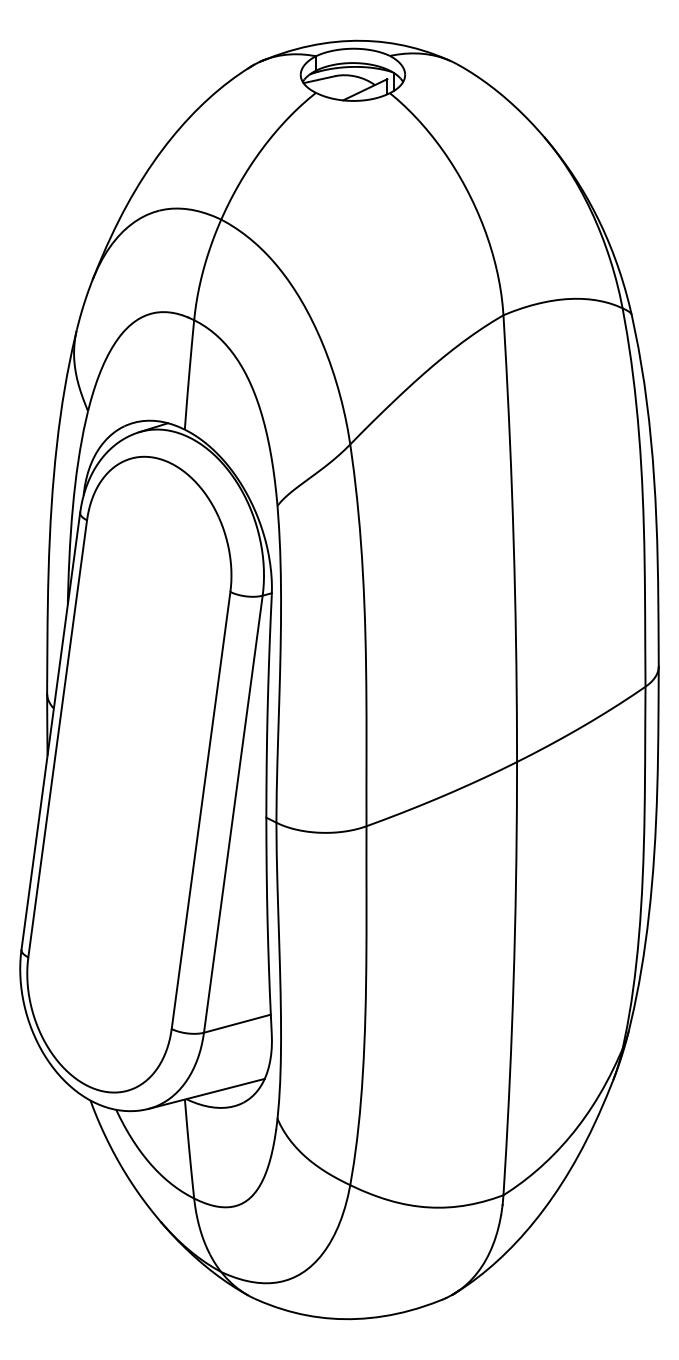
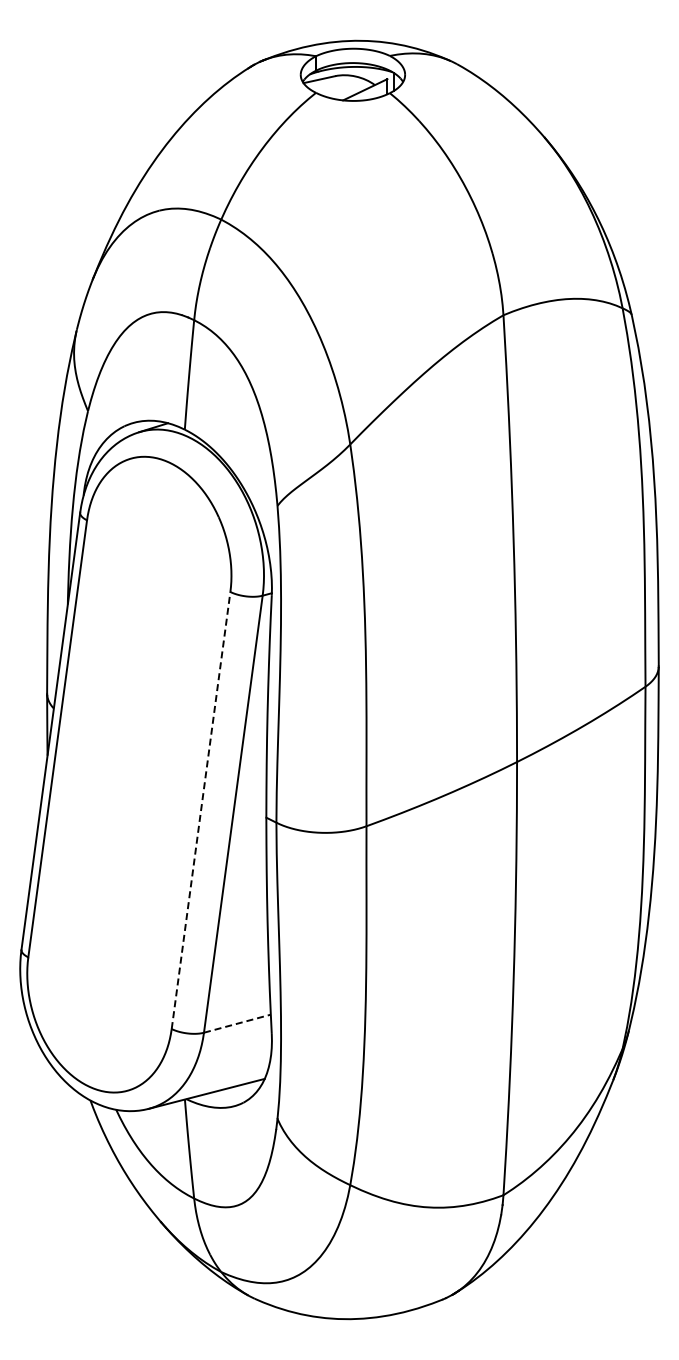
line at (201, 810): solid -> dashed
line at (237, 1023): solid -> dashed
